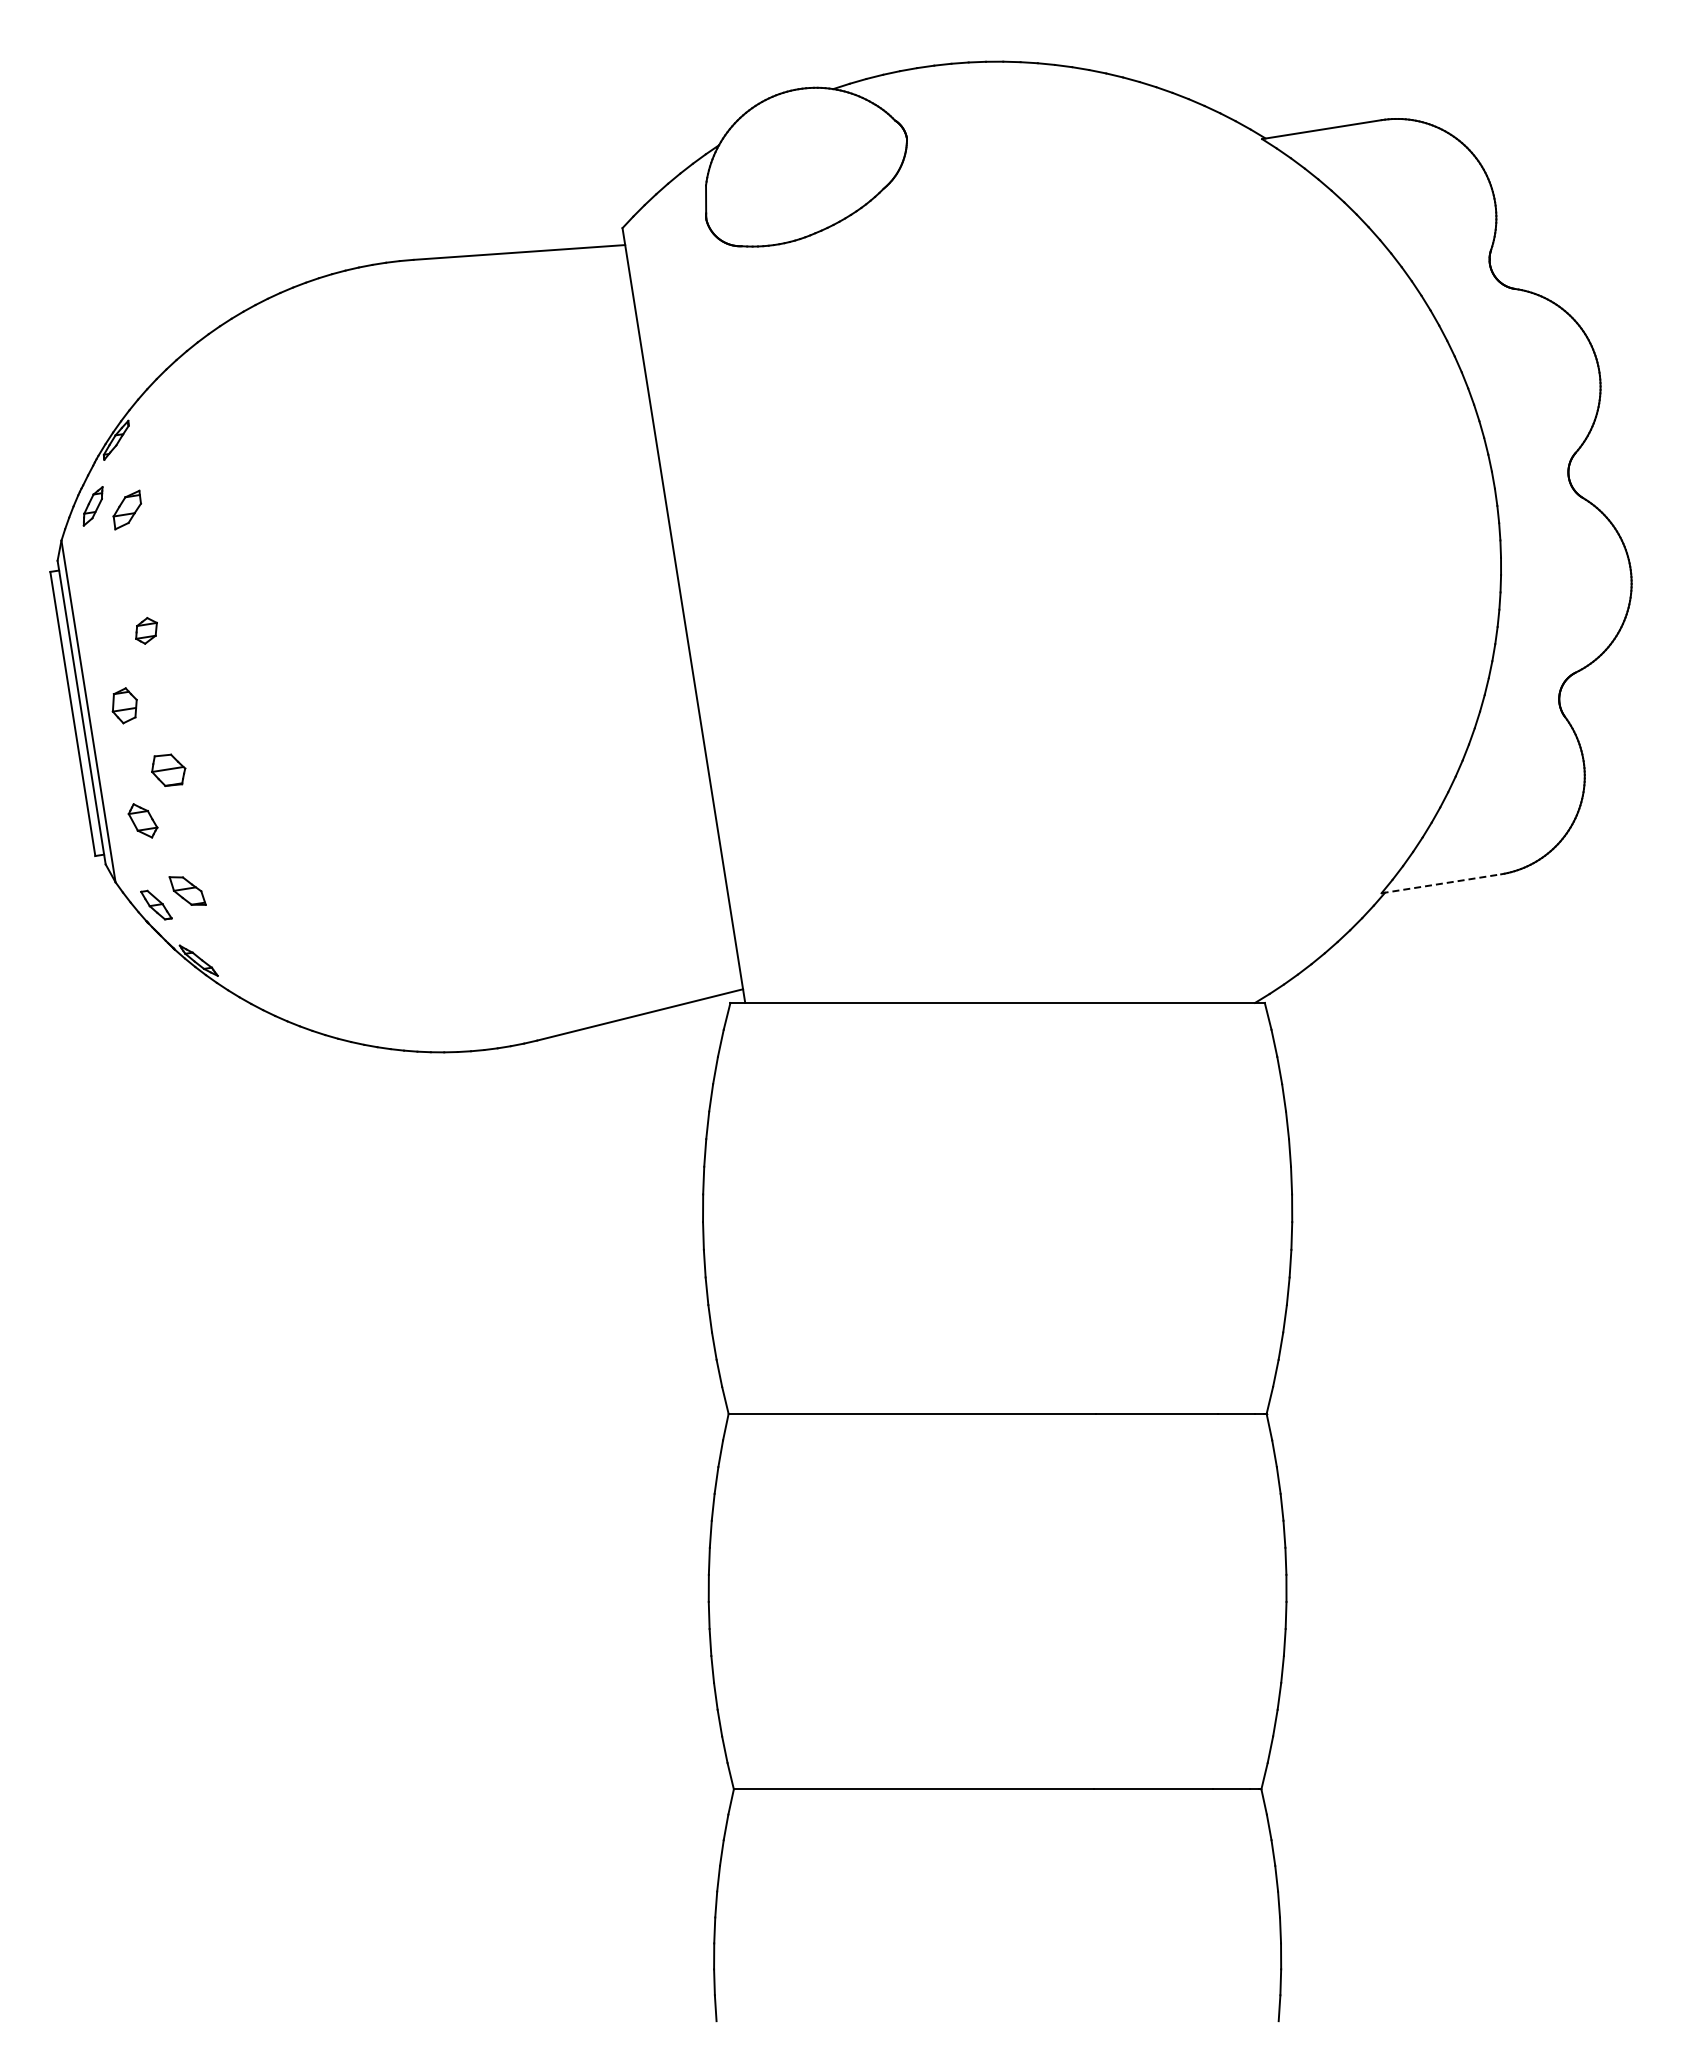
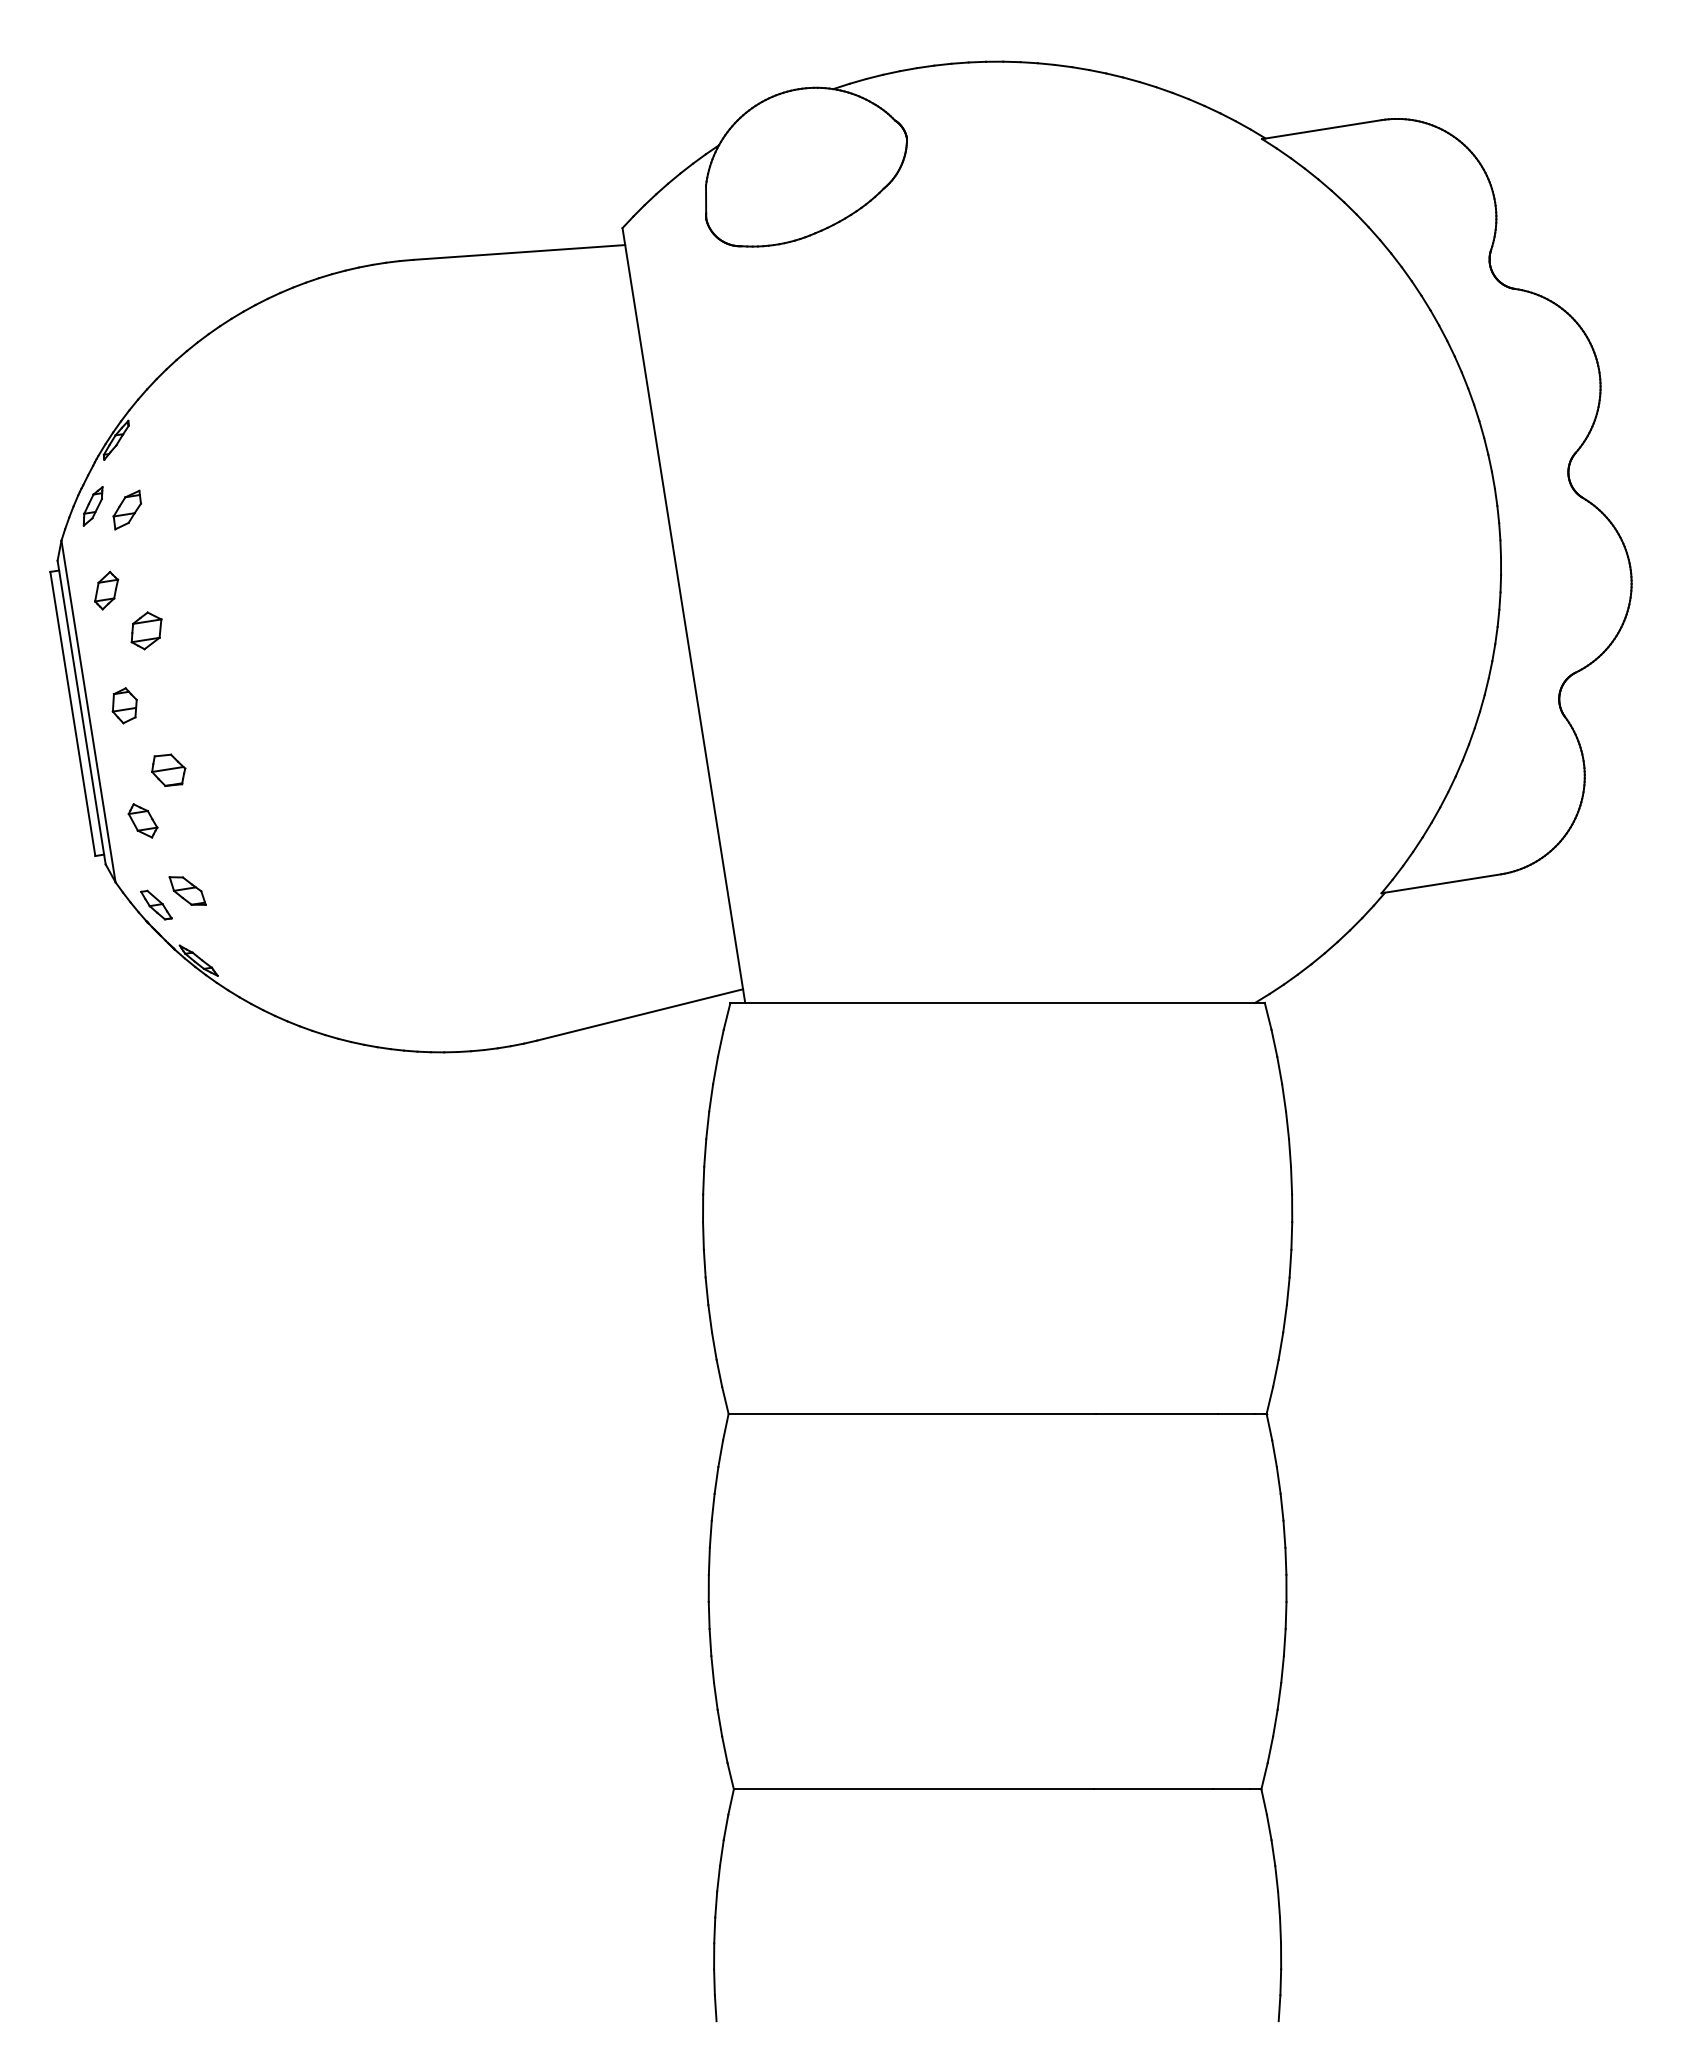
part at (106, 590): none -> present
part at (146, 630) size: 23x28 px -> 33x40 px
line at (1441, 883): dashed -> solid
